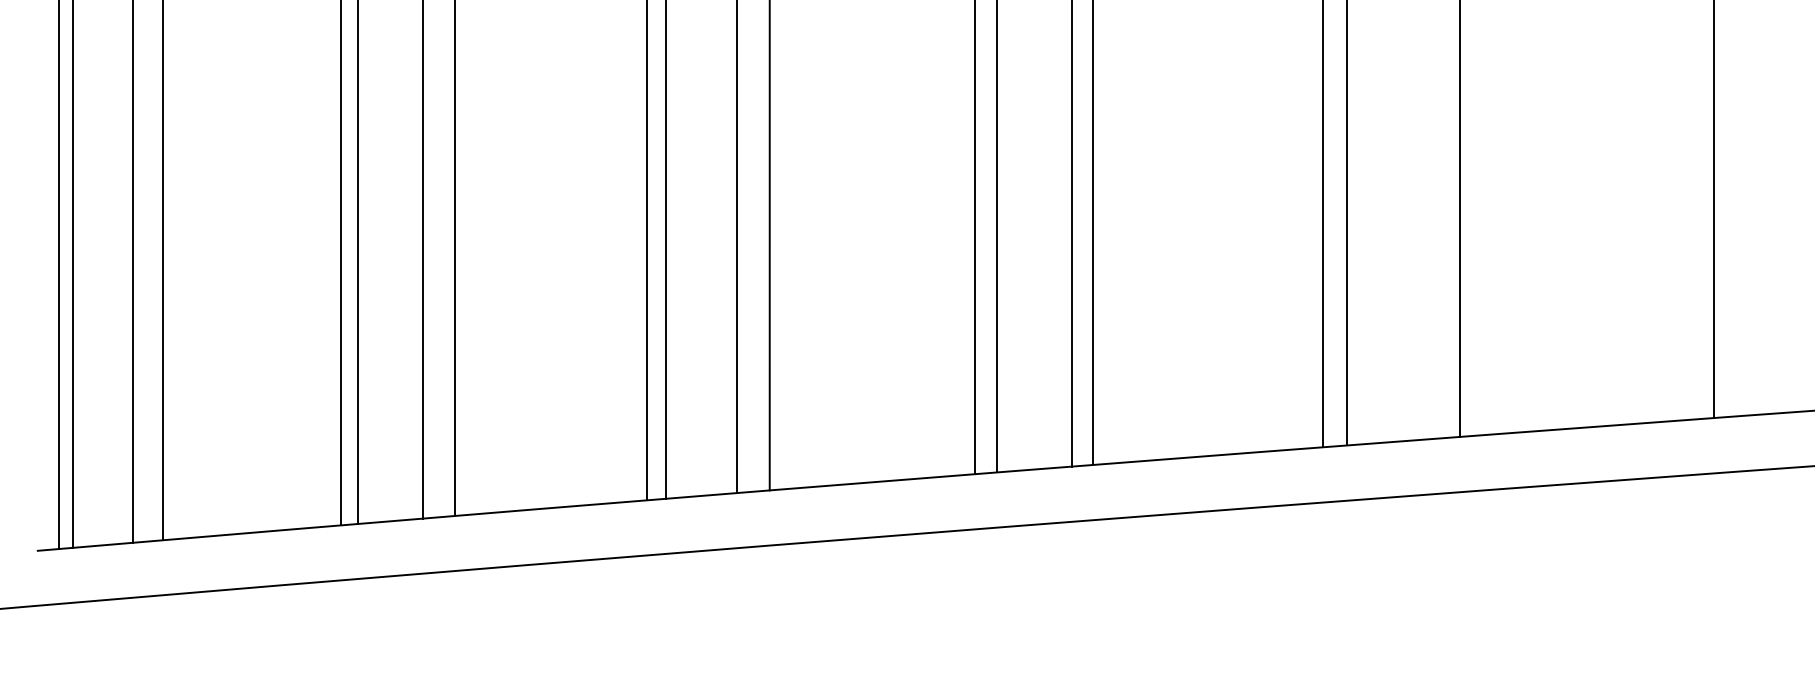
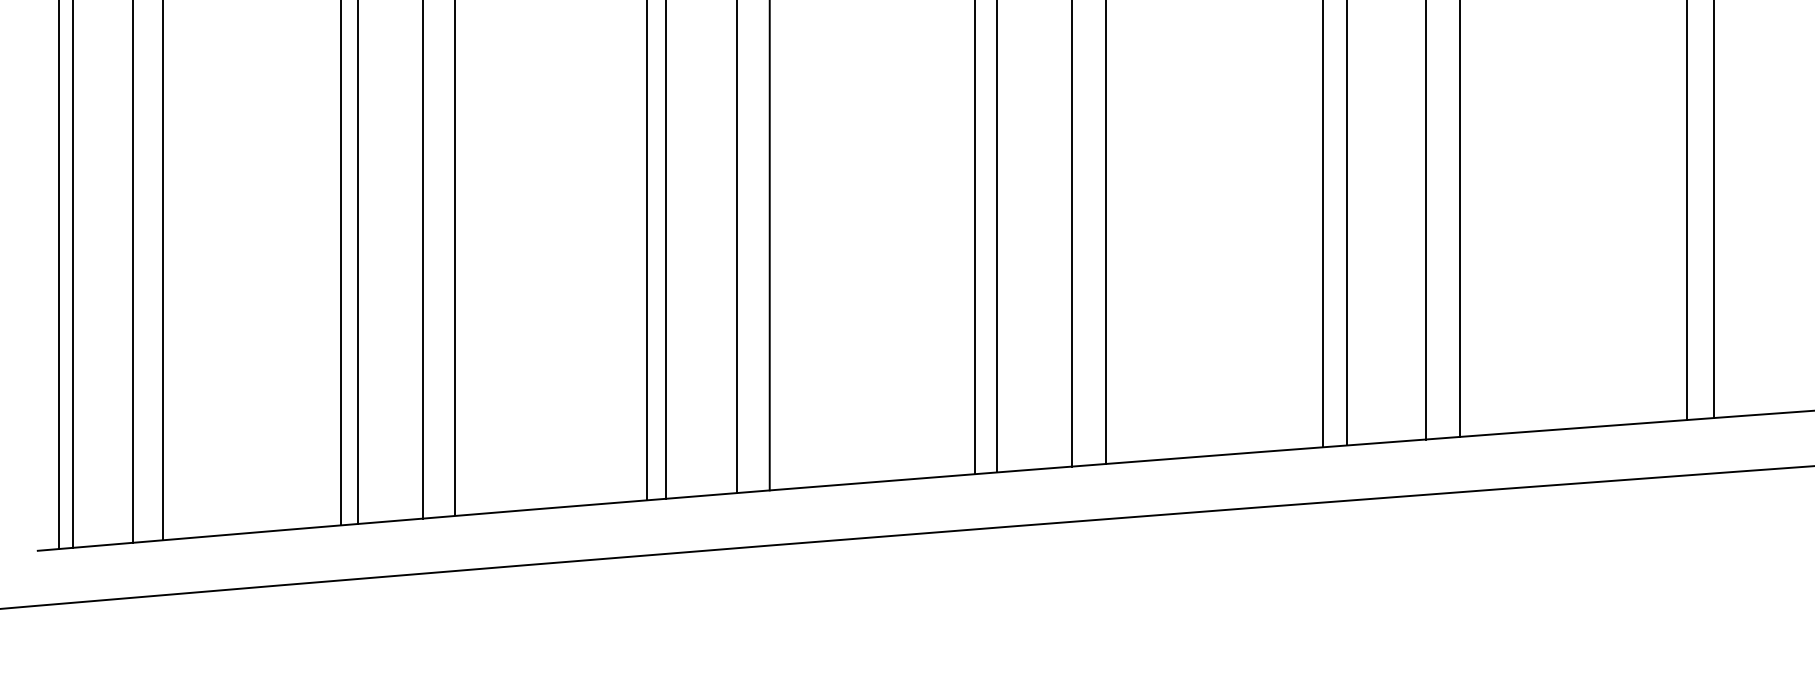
line at (1687, 211): none -> present
line at (1425, 220): none -> present
line at (1092, 233) position: (1092, 233) -> (1105, 233)
